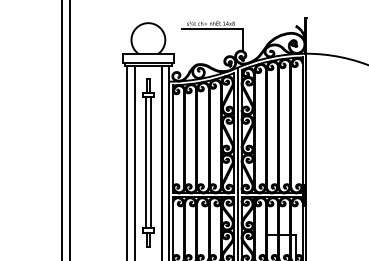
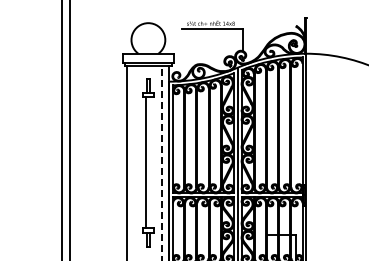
line at (134, 161): present -> none
line at (150, 162): present -> none
line at (161, 162): solid -> dashed
